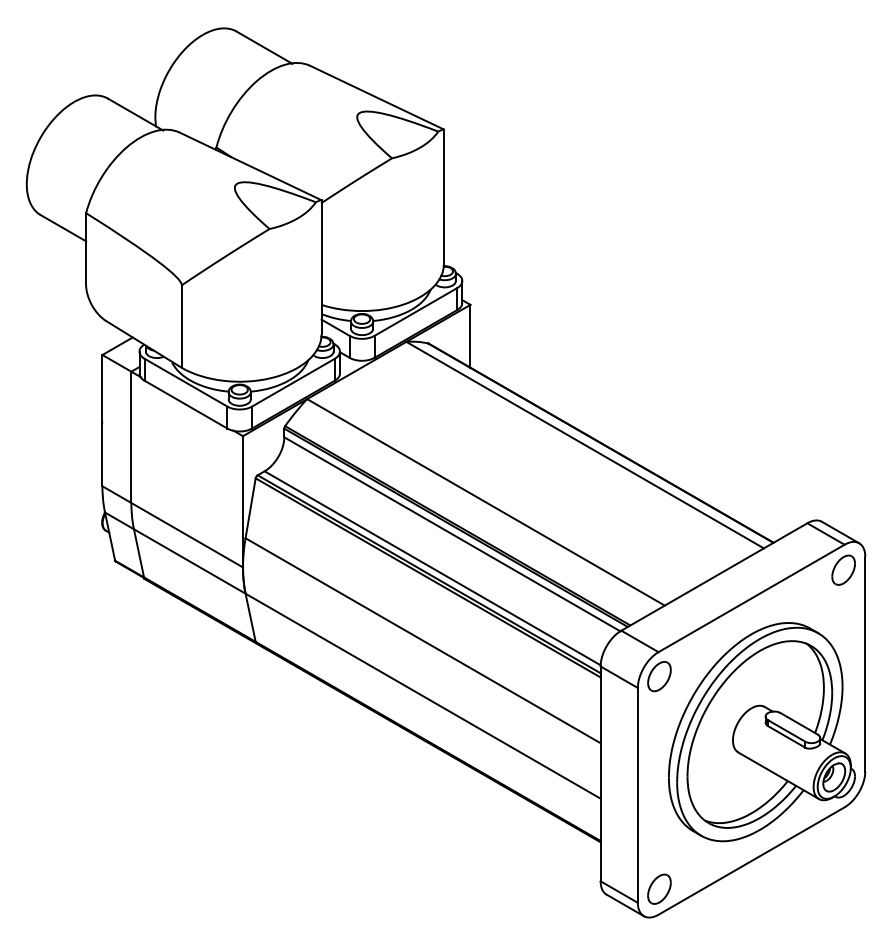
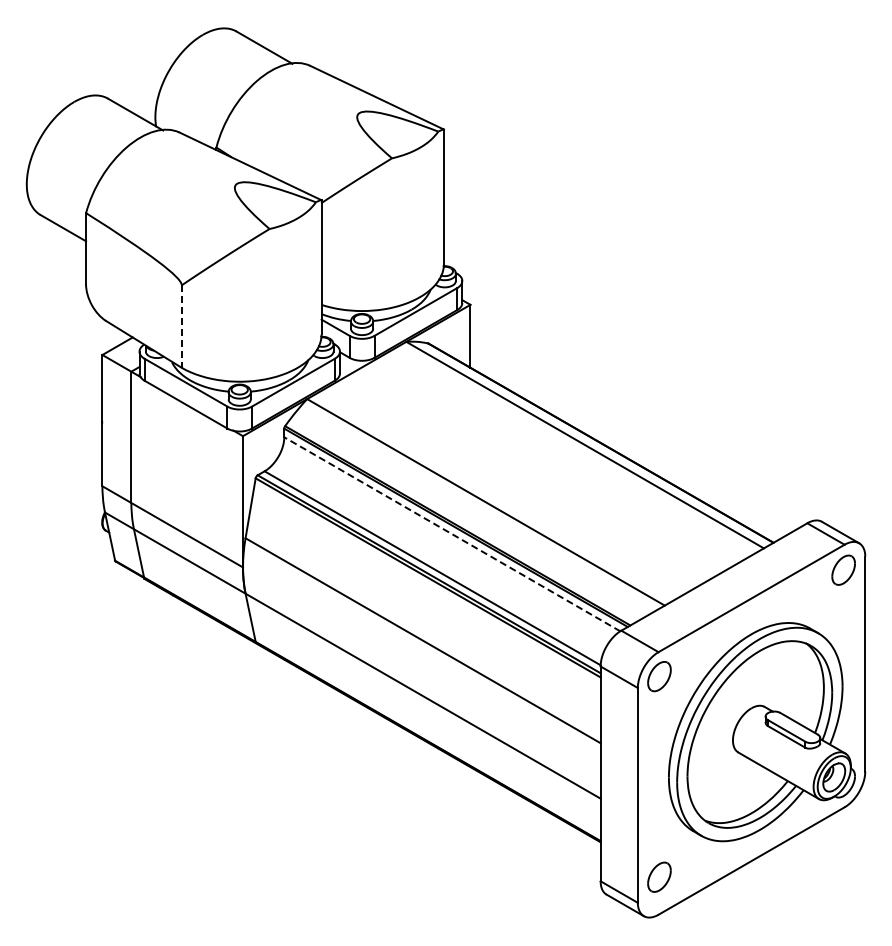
line at (181, 327): solid -> dashed
line at (451, 534): solid -> dashed
part at (659, 888) position: (659, 888) -> (659, 876)
